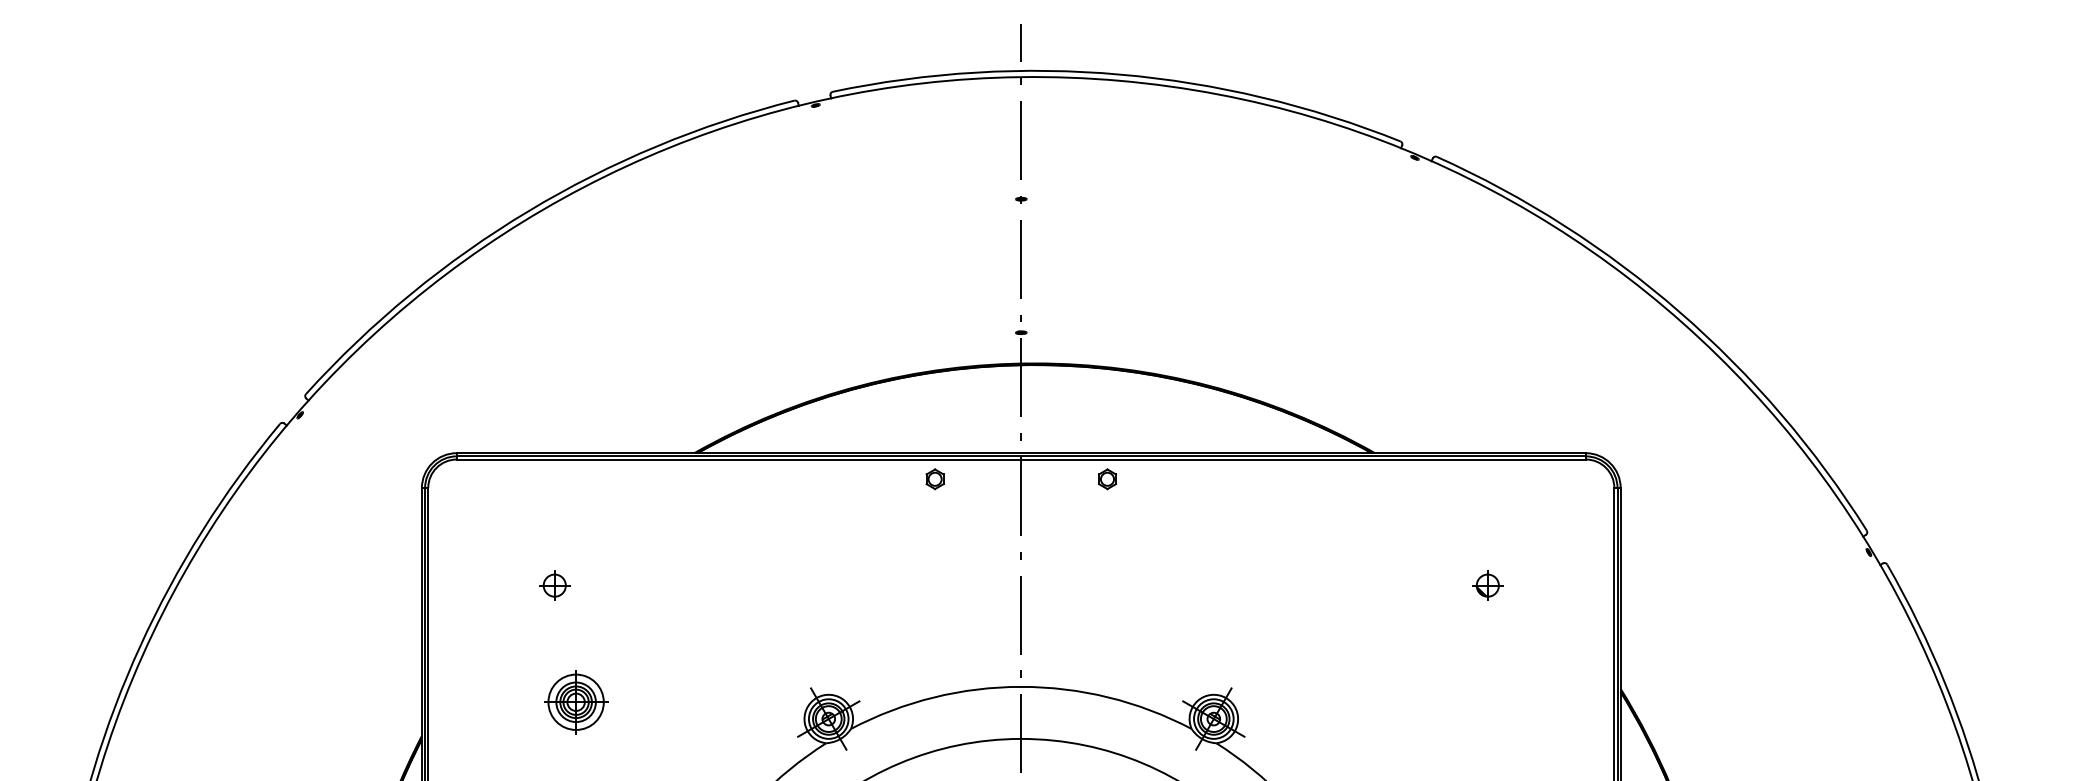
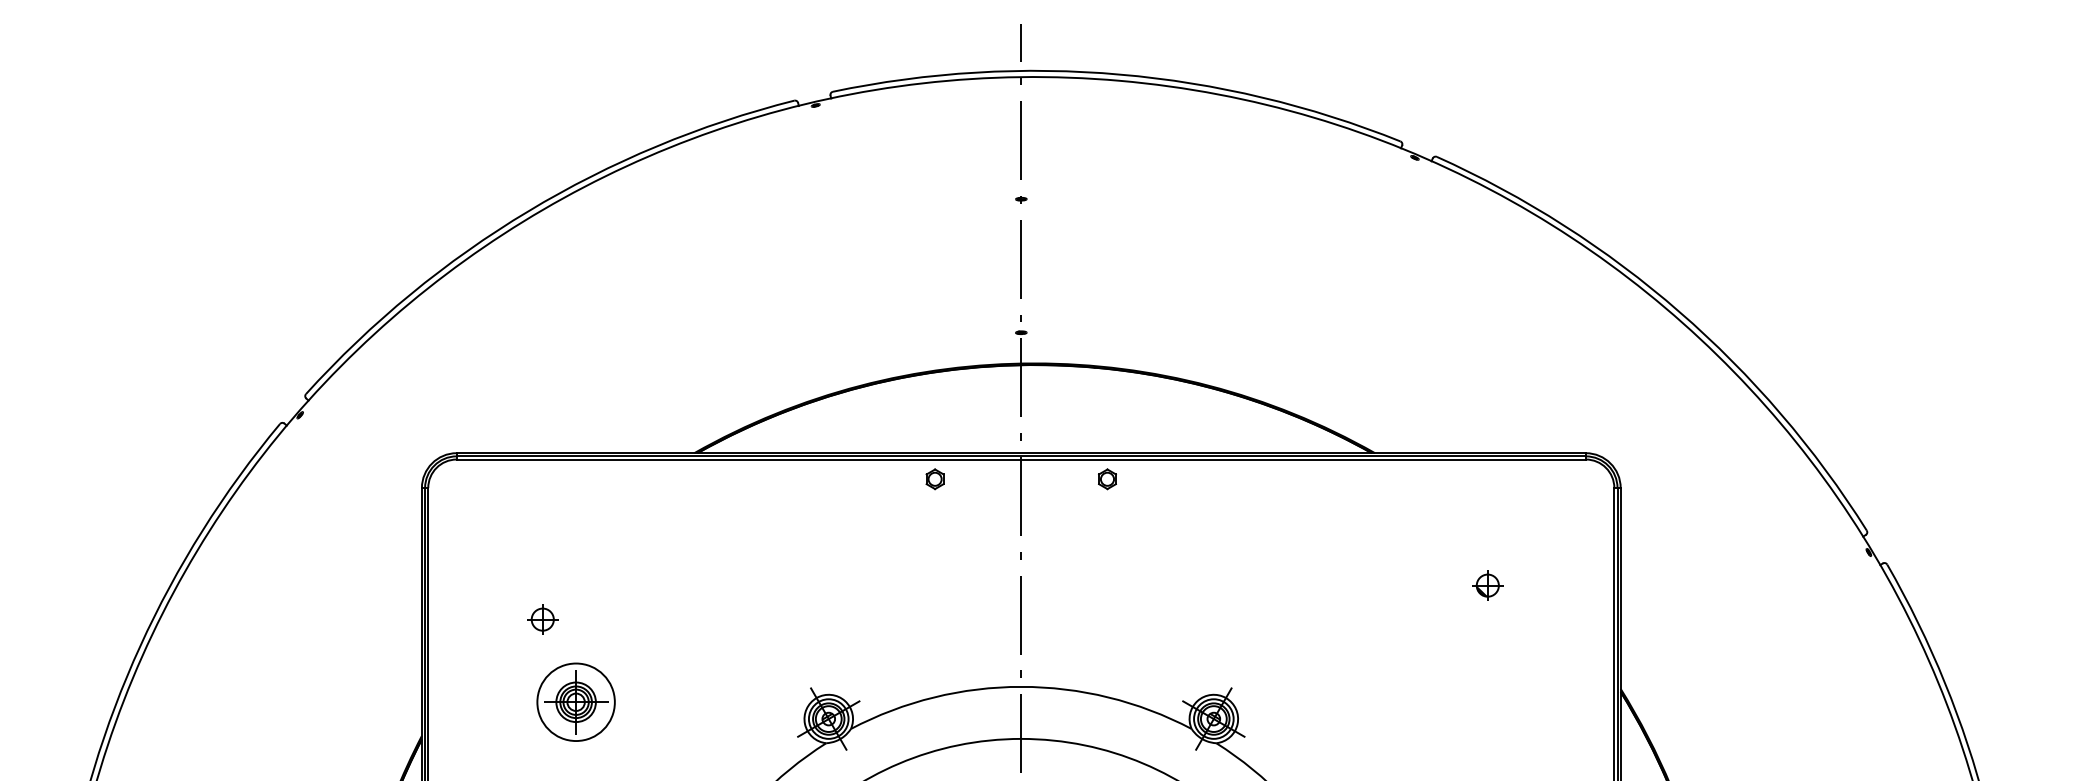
part at (554, 585) position: (554, 585) -> (542, 619)
circle at (575, 701) diameter: 55 px -> 77 px
